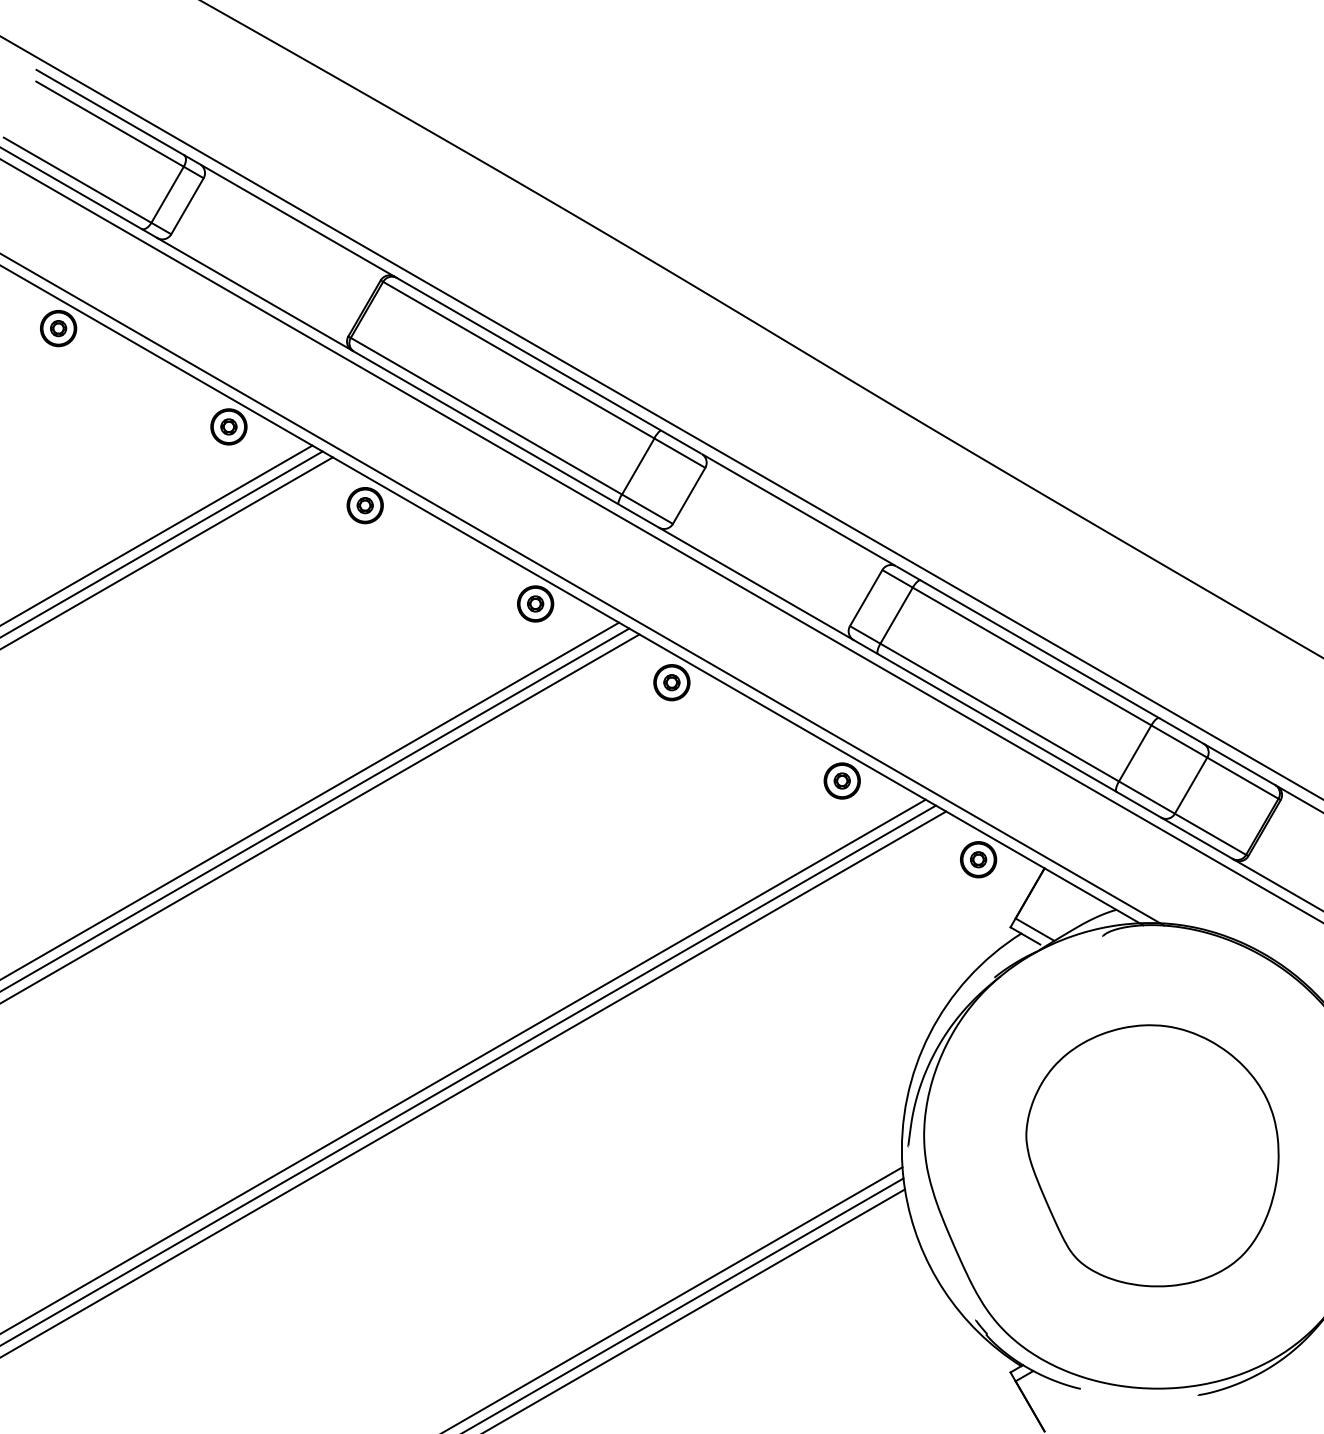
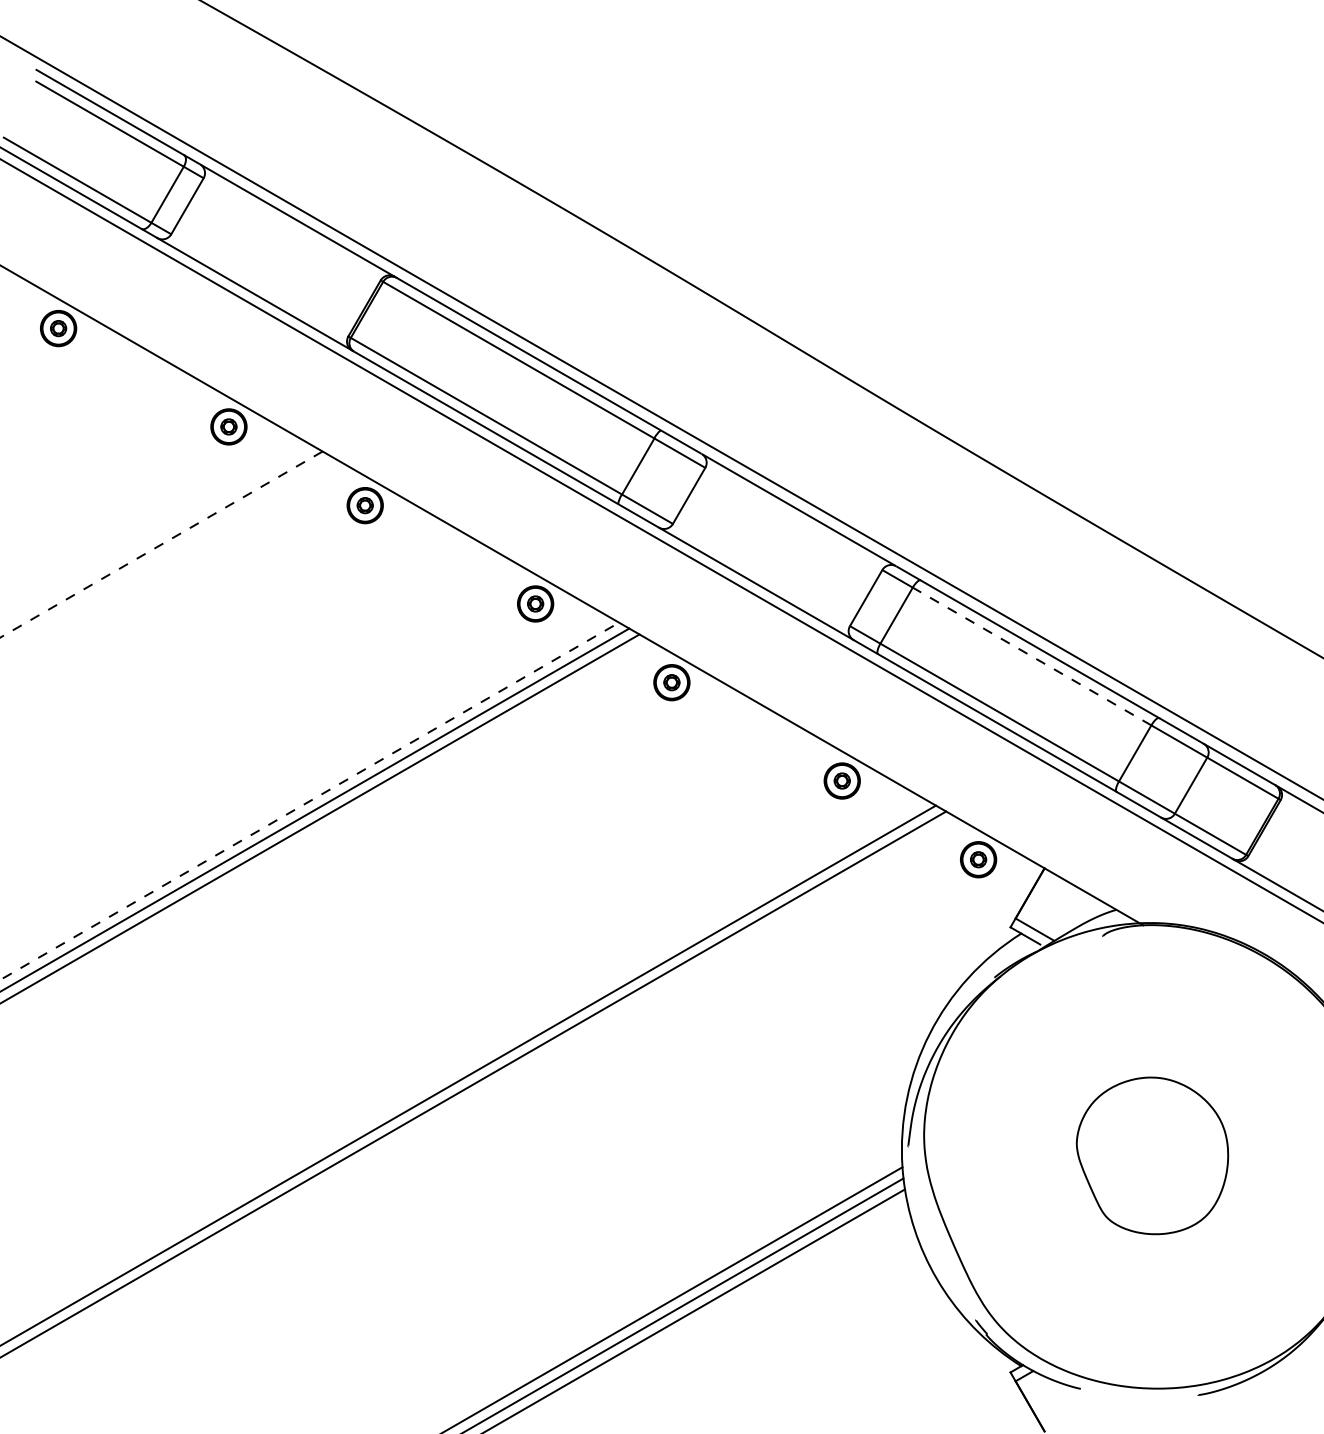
line at (157, 534): present -> none
line at (161, 544): solid -> dashed
line at (167, 552): present -> none
line at (583, 589): present -> none
line at (1032, 656): solid -> dashed
line at (309, 801): solid -> dashed
line at (463, 1065): present -> none
part at (1152, 1155) size: 255x264 px -> 155x160 px
